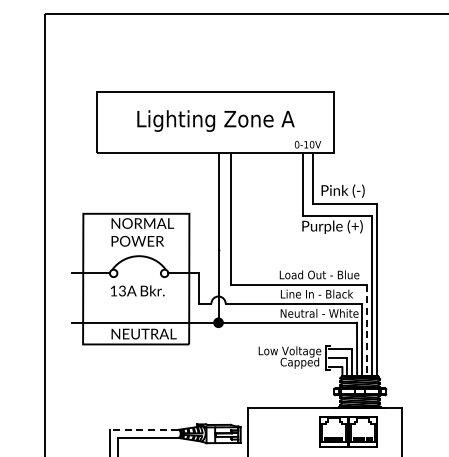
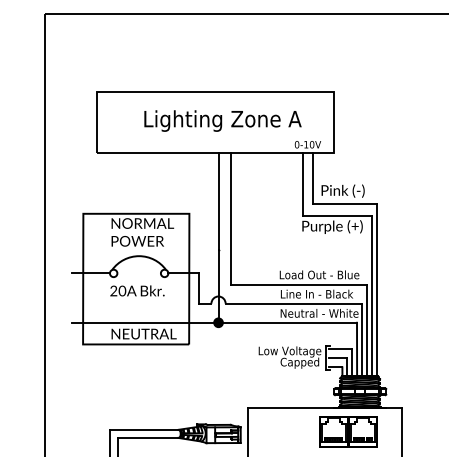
text at (215, 120) position: (215, 120) -> (222, 120)
text at (118, 290): 13A -> 20A
line at (366, 330): dashed -> solid
line at (143, 429): dashed -> solid
